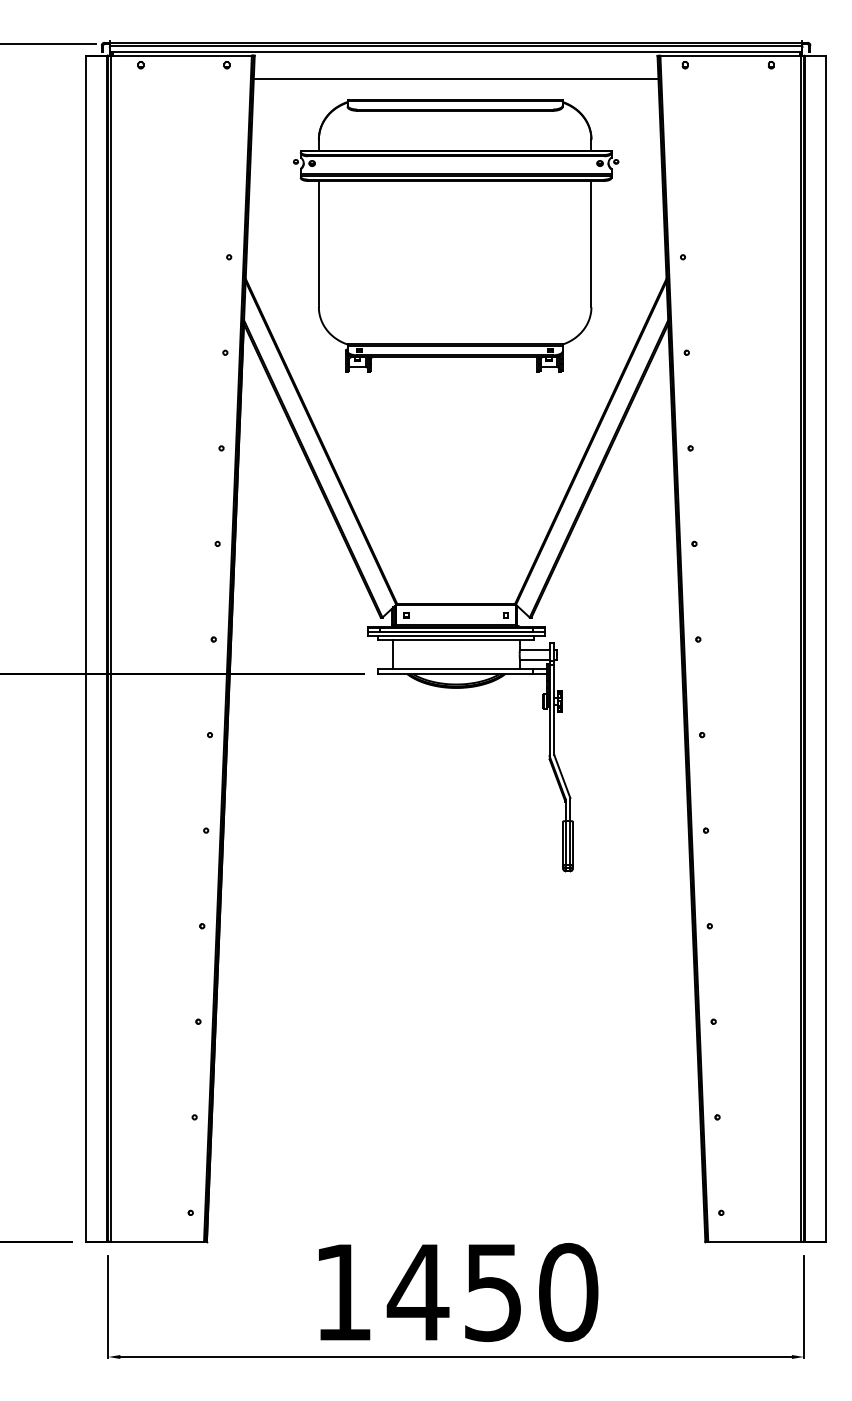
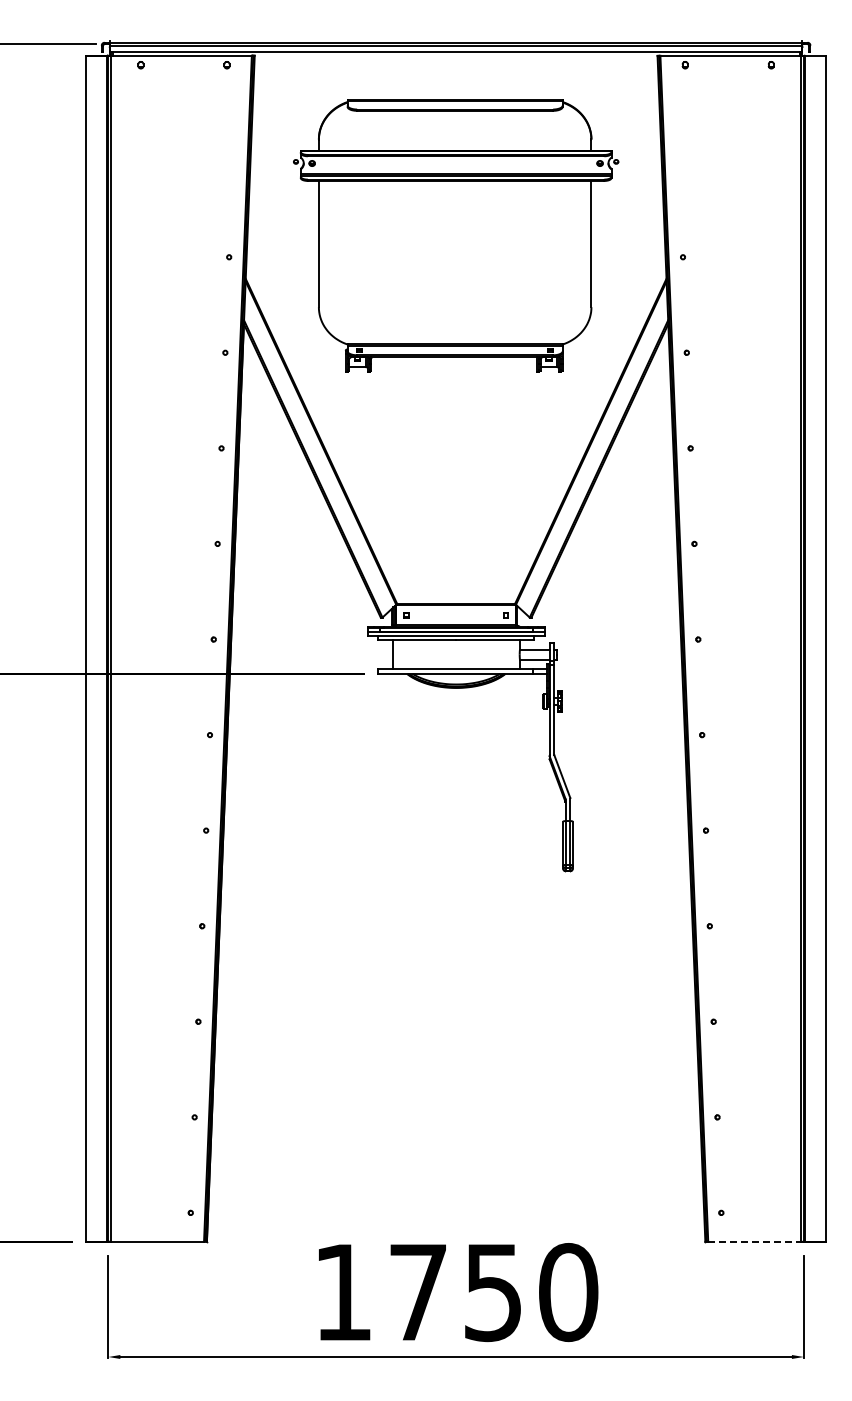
line at (455, 79): present -> none
line at (755, 1241): solid -> dashed
text at (417, 1292): 1450 -> 1750
